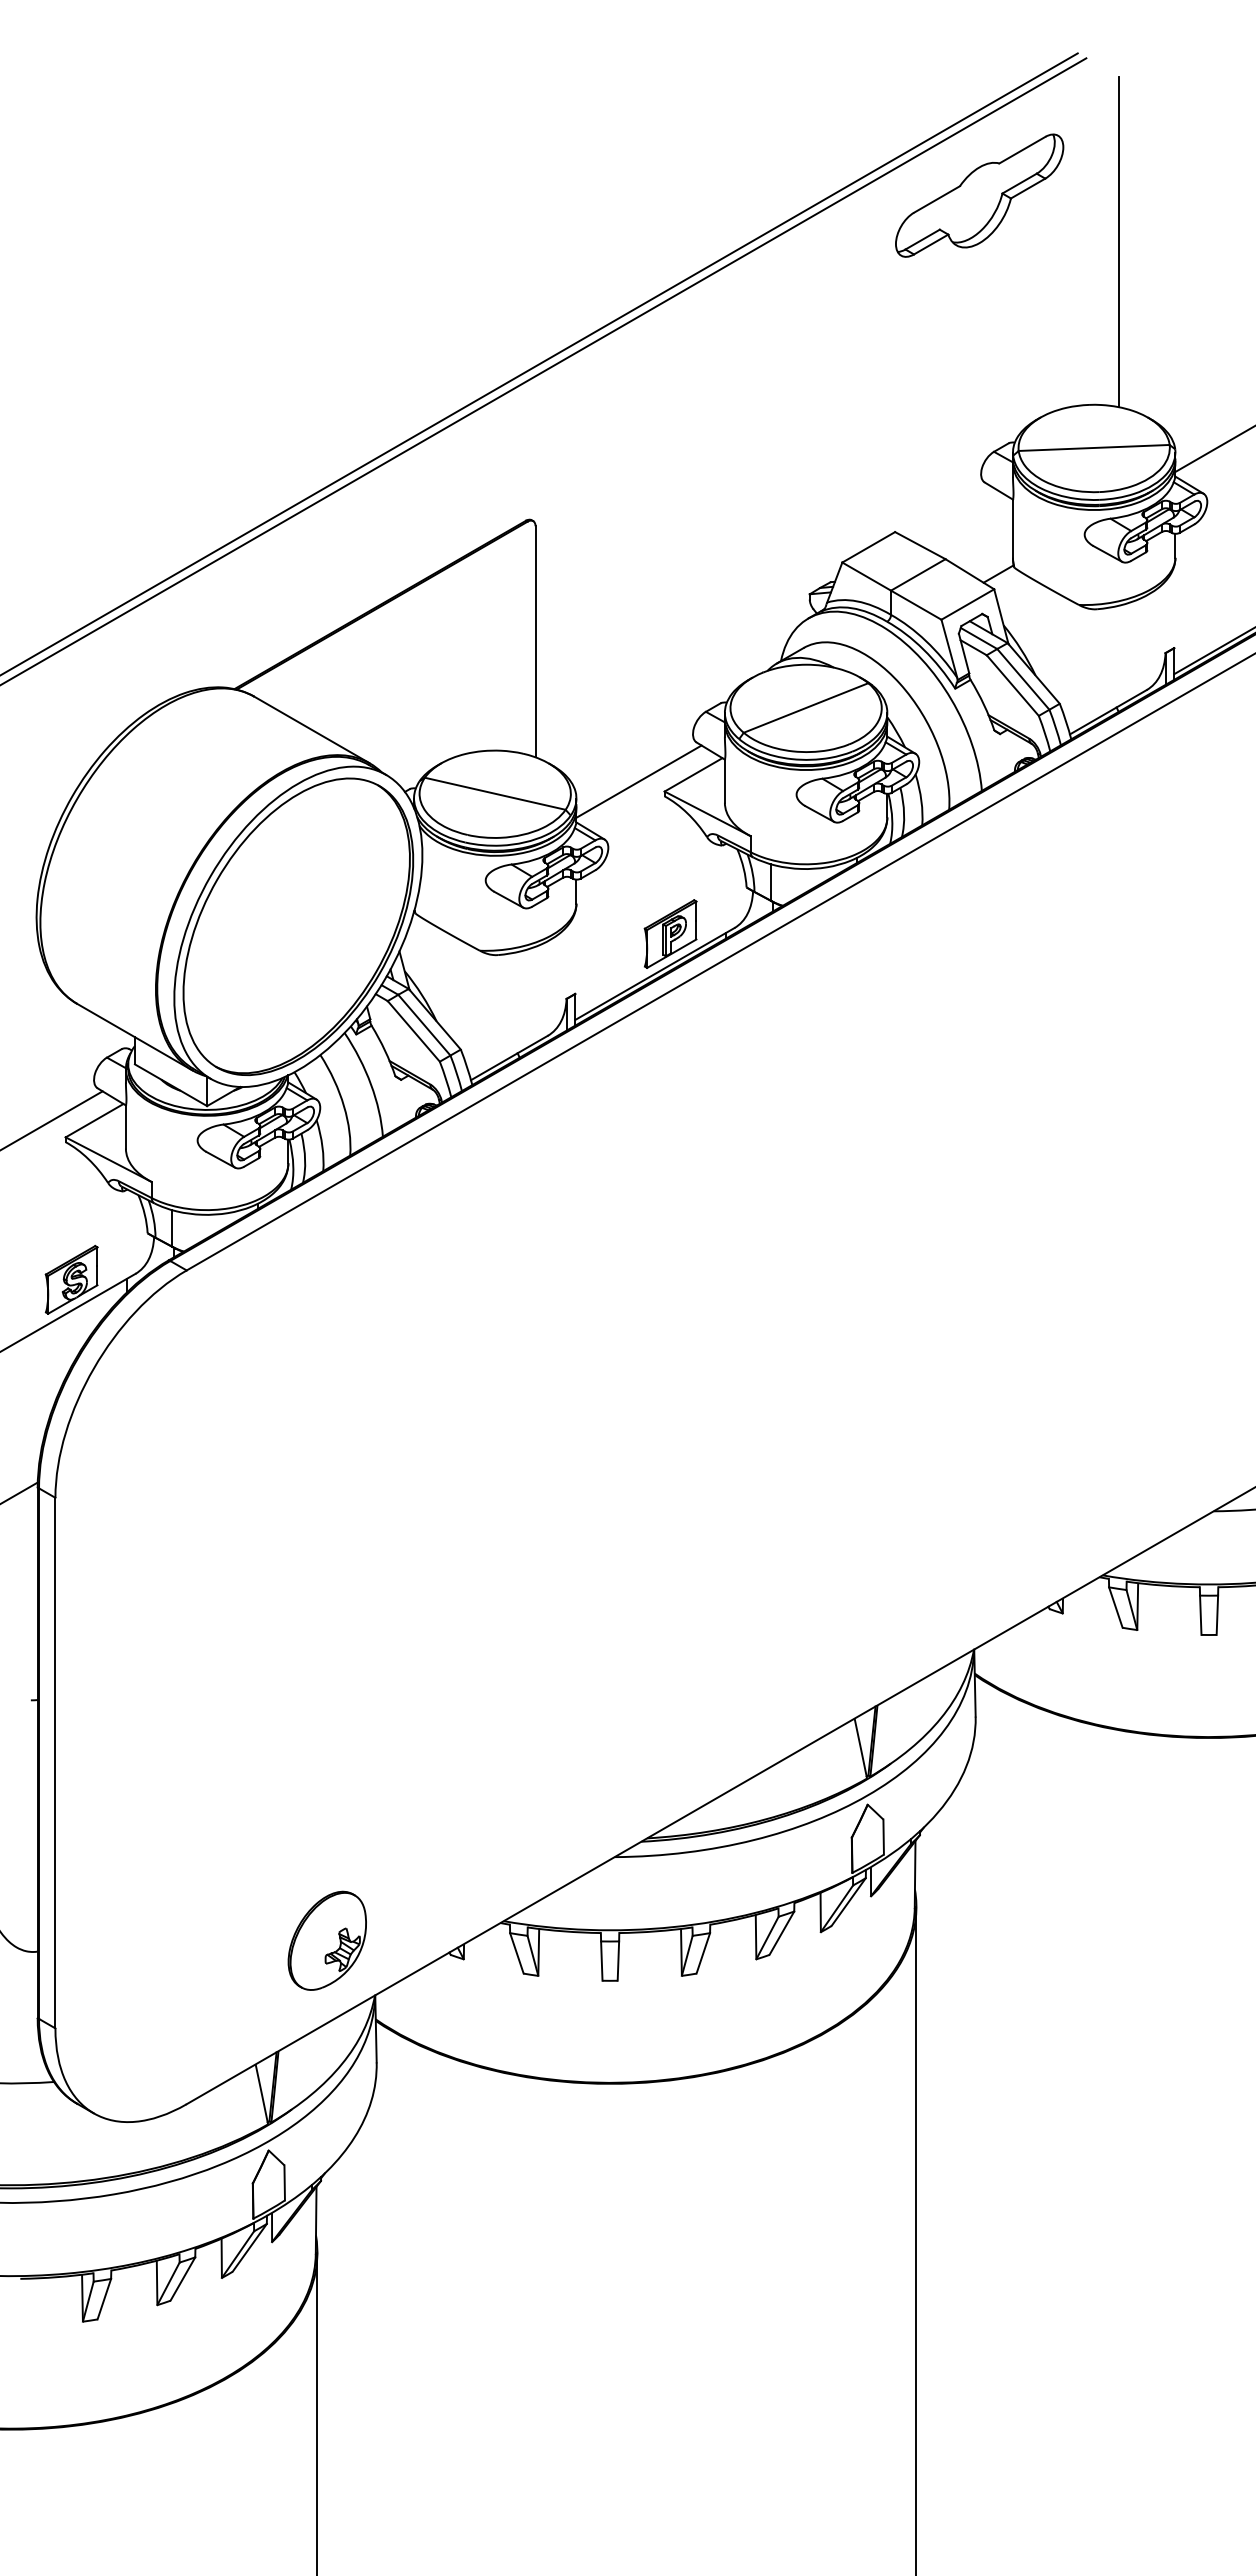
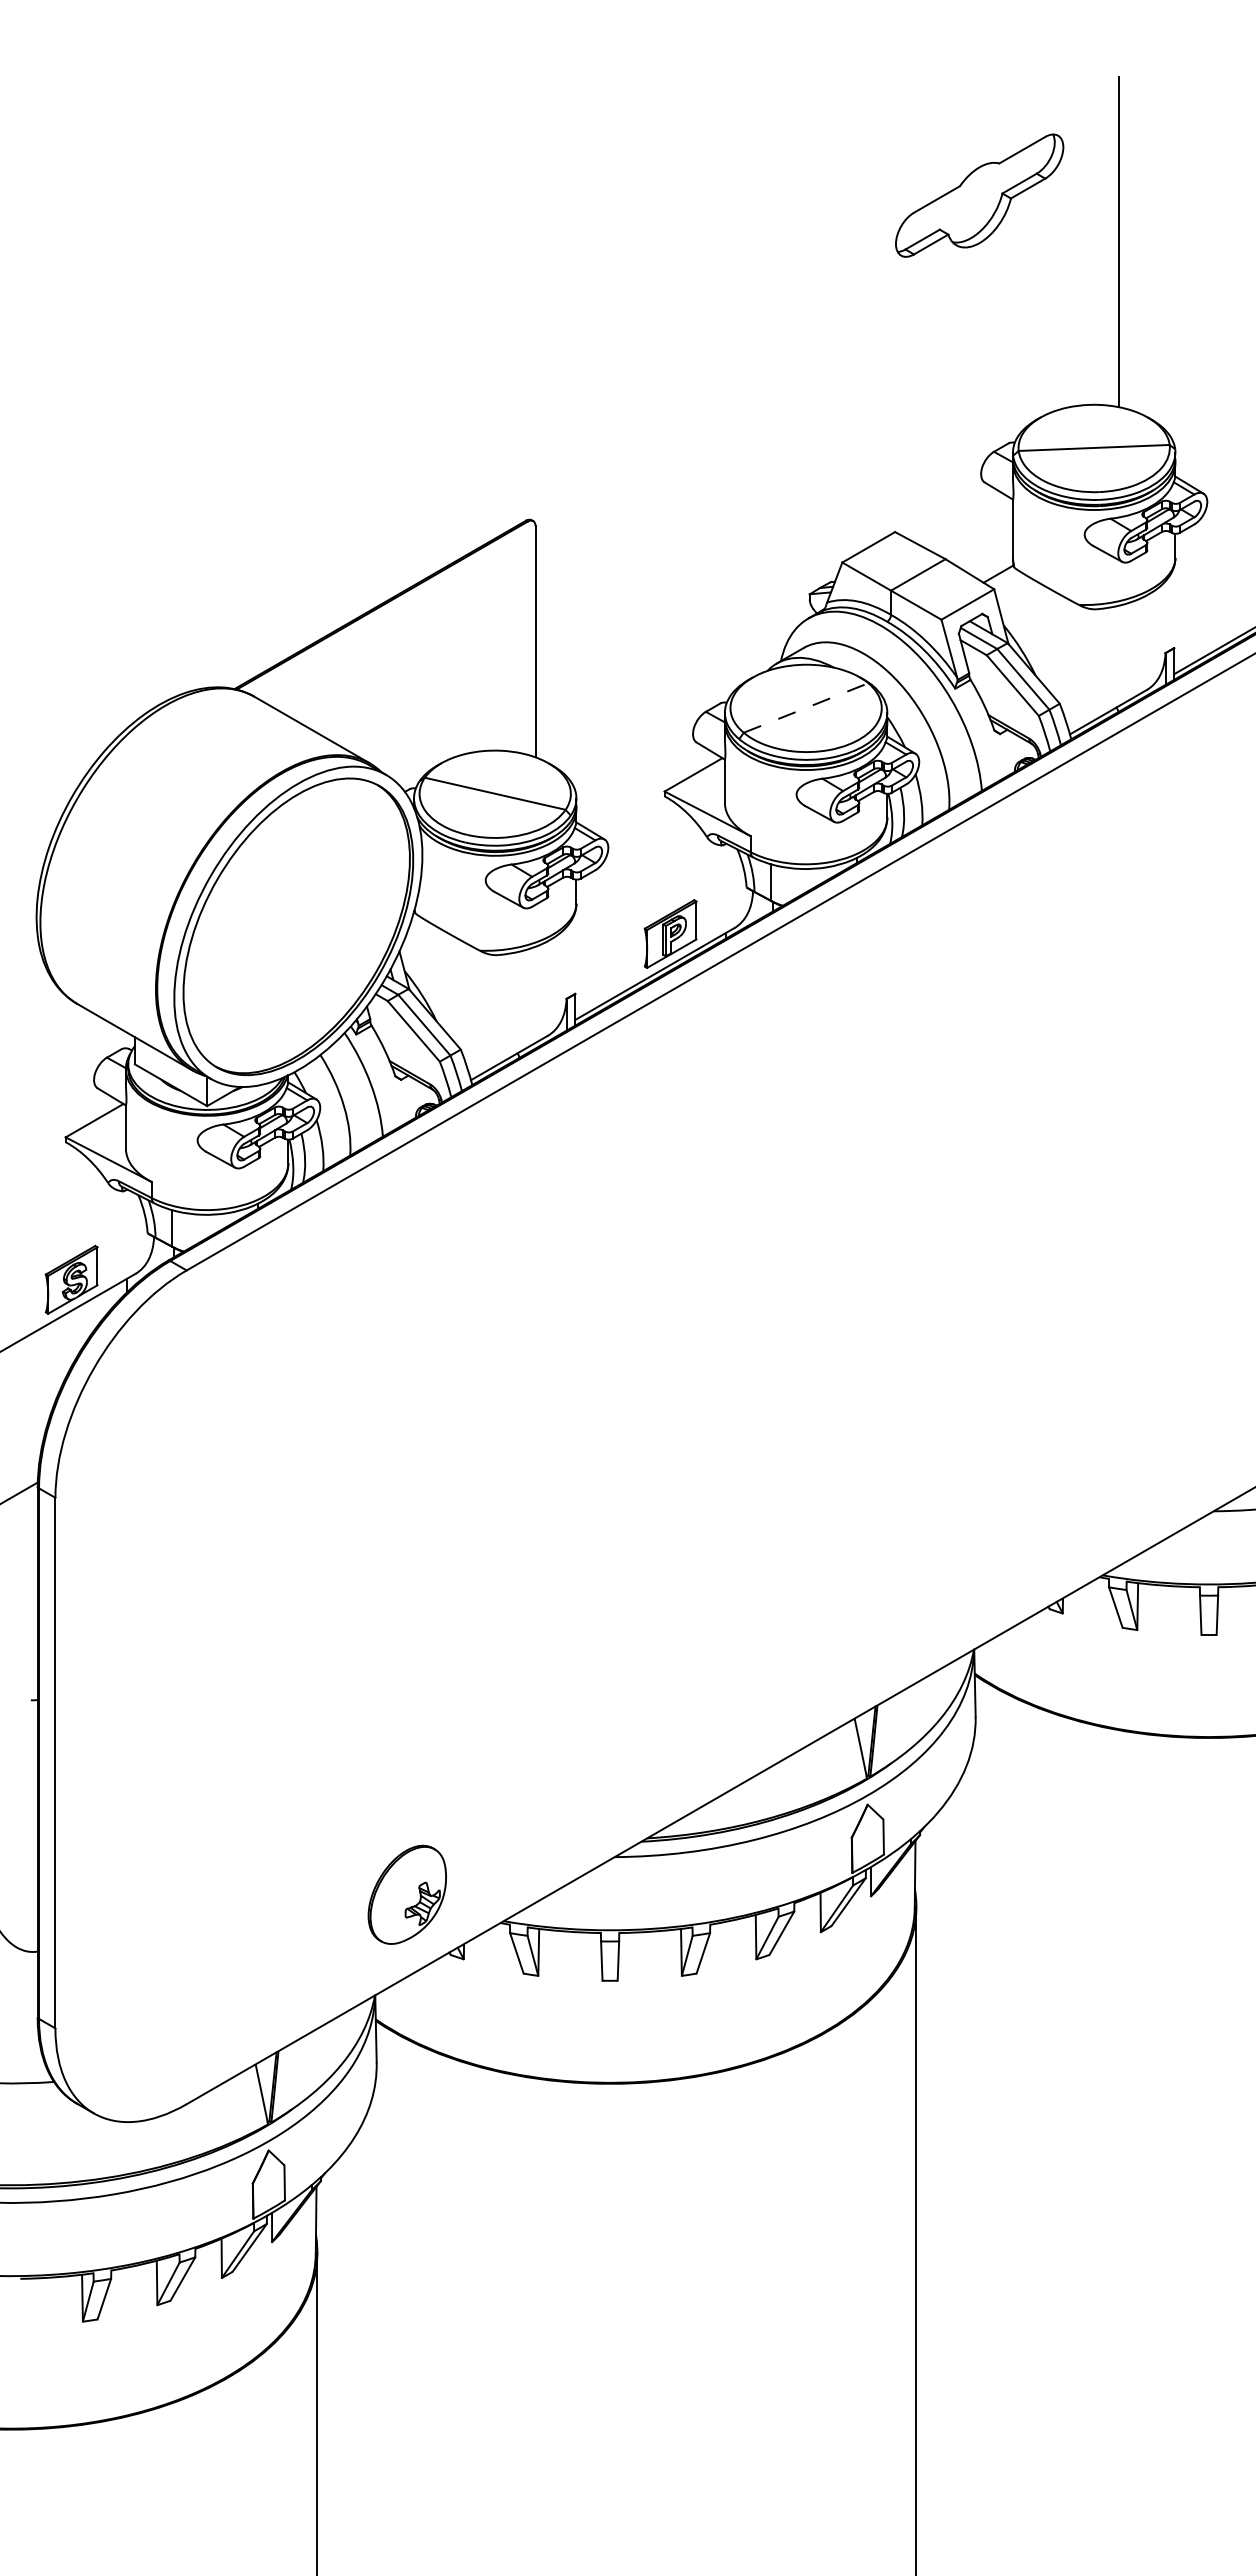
line at (539, 363): present -> none
line at (544, 370): present -> none
line at (1213, 449): present -> none
line at (806, 707): solid -> dashed
line at (638, 781): present -> none
line at (52, 1120): present -> none
part at (326, 1940) position: (326, 1940) -> (406, 1894)
